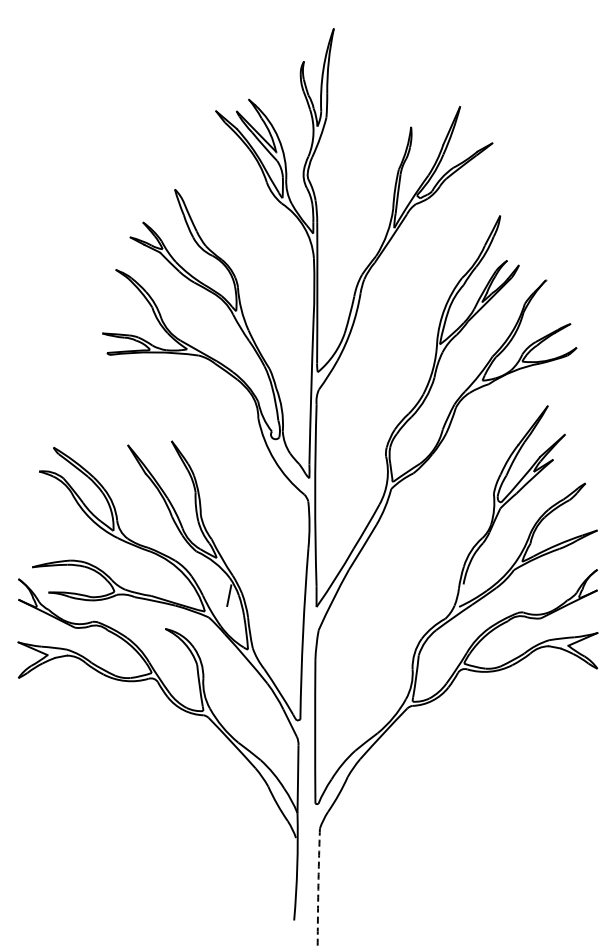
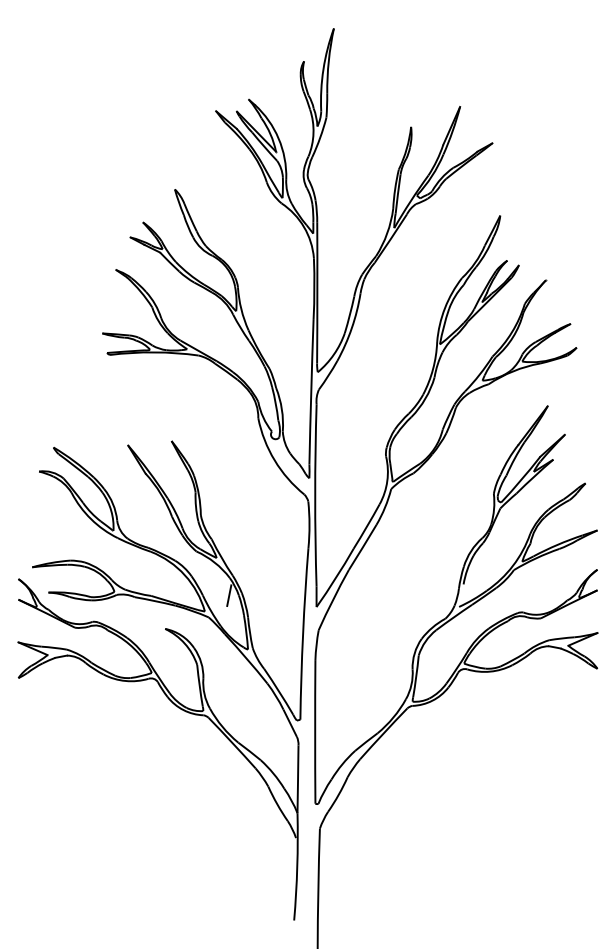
arc at (318, 889): dashed -> solid
